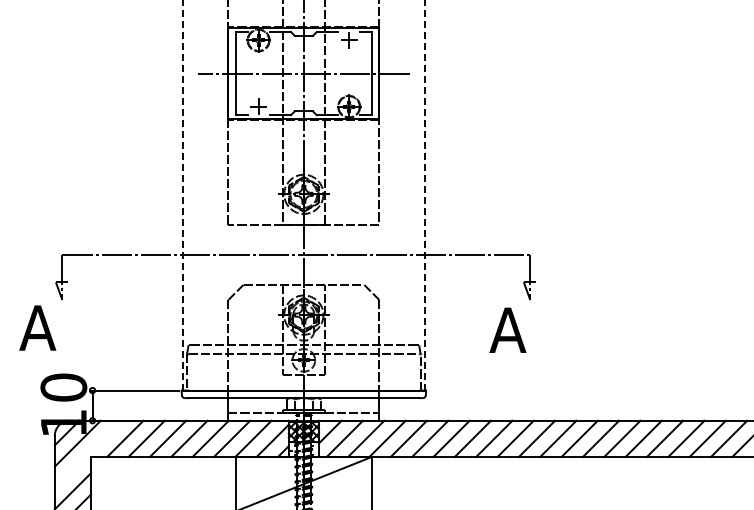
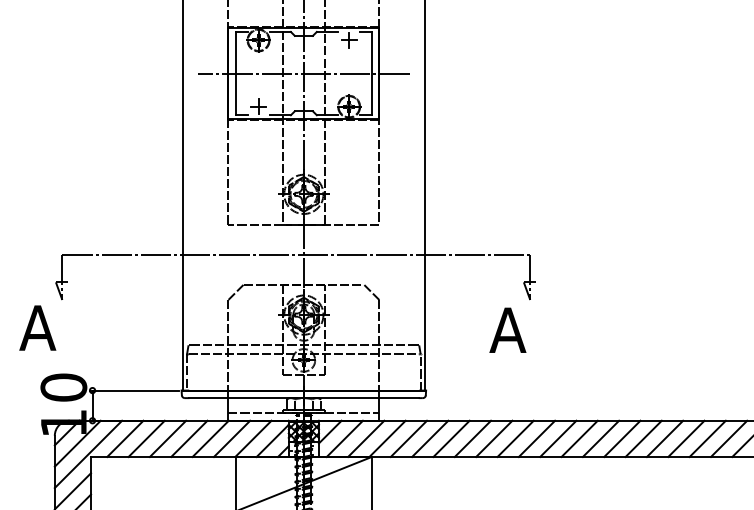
line at (183, 195): dashed -> solid
line at (424, 195): dashed -> solid
line at (88, 454): none -> present
